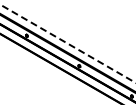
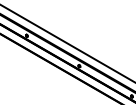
line at (68, 43): dashed -> solid
